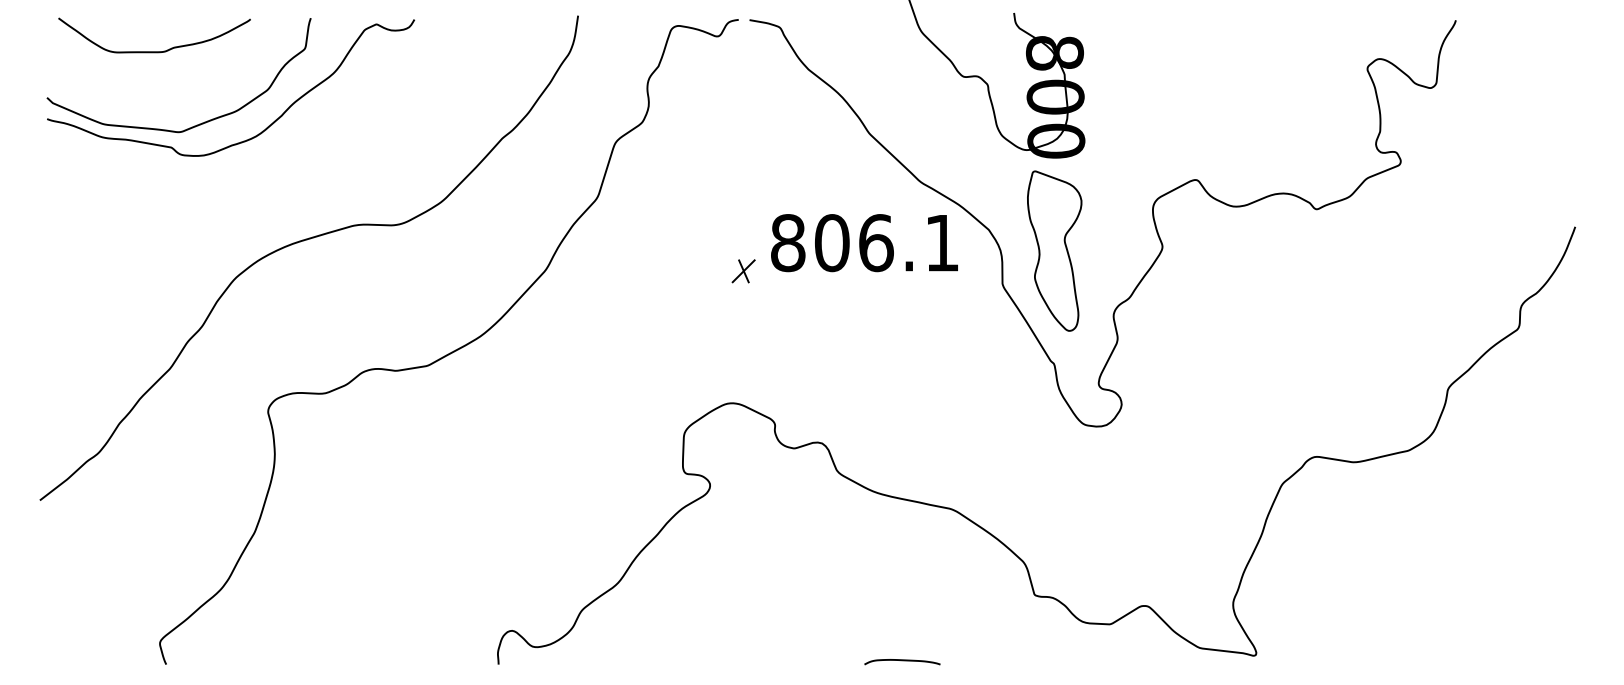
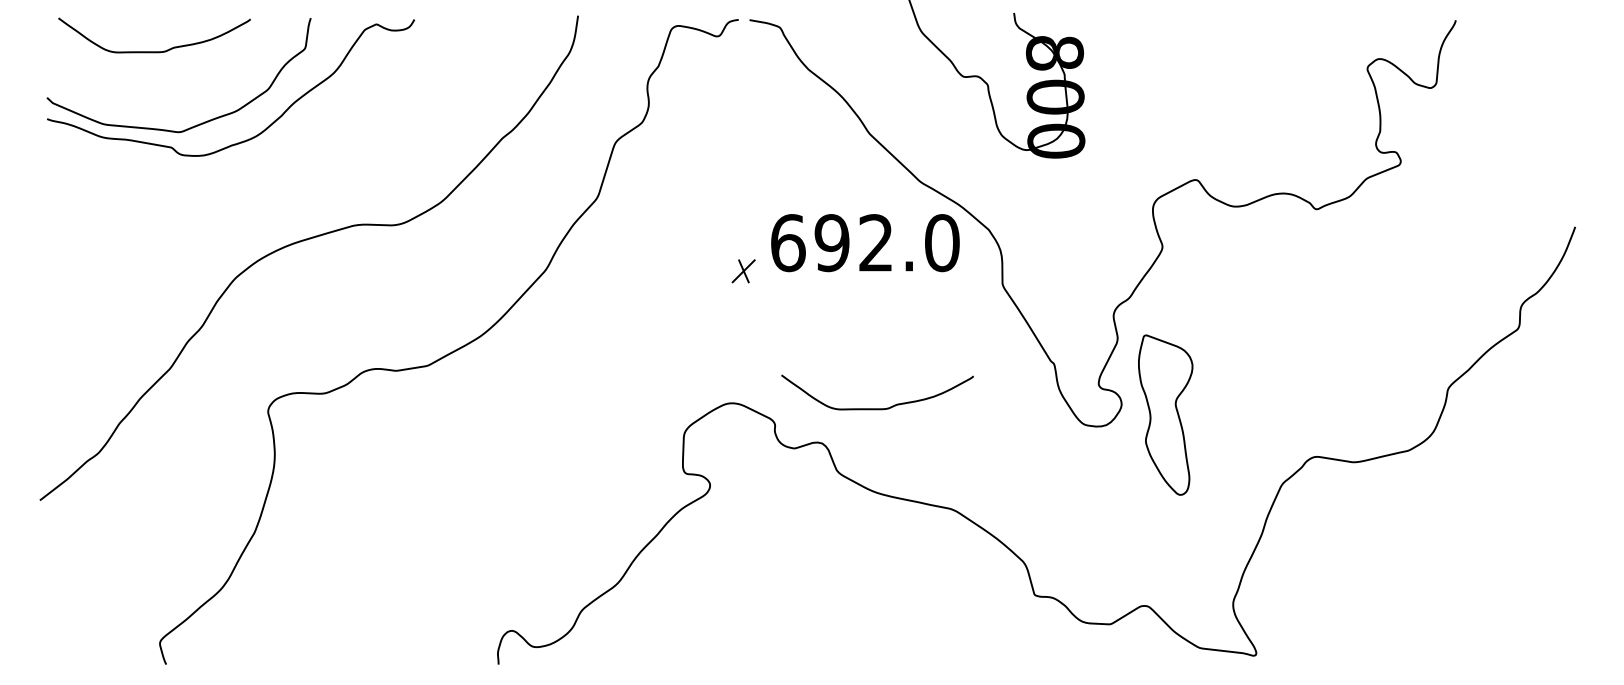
text at (865, 243): 806.1 -> 692.0
part at (1054, 250) position: (1054, 250) -> (1165, 414)
curve at (877, 408): none -> present
curve at (902, 661): present -> none
